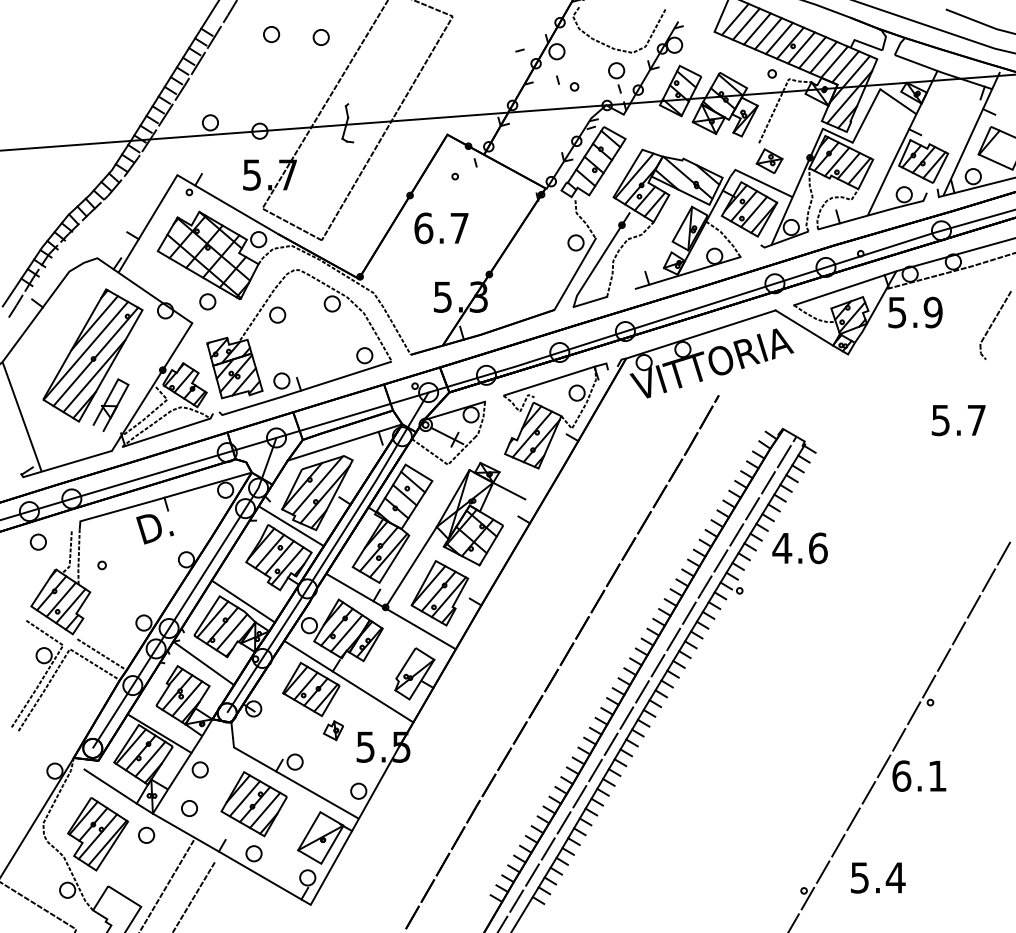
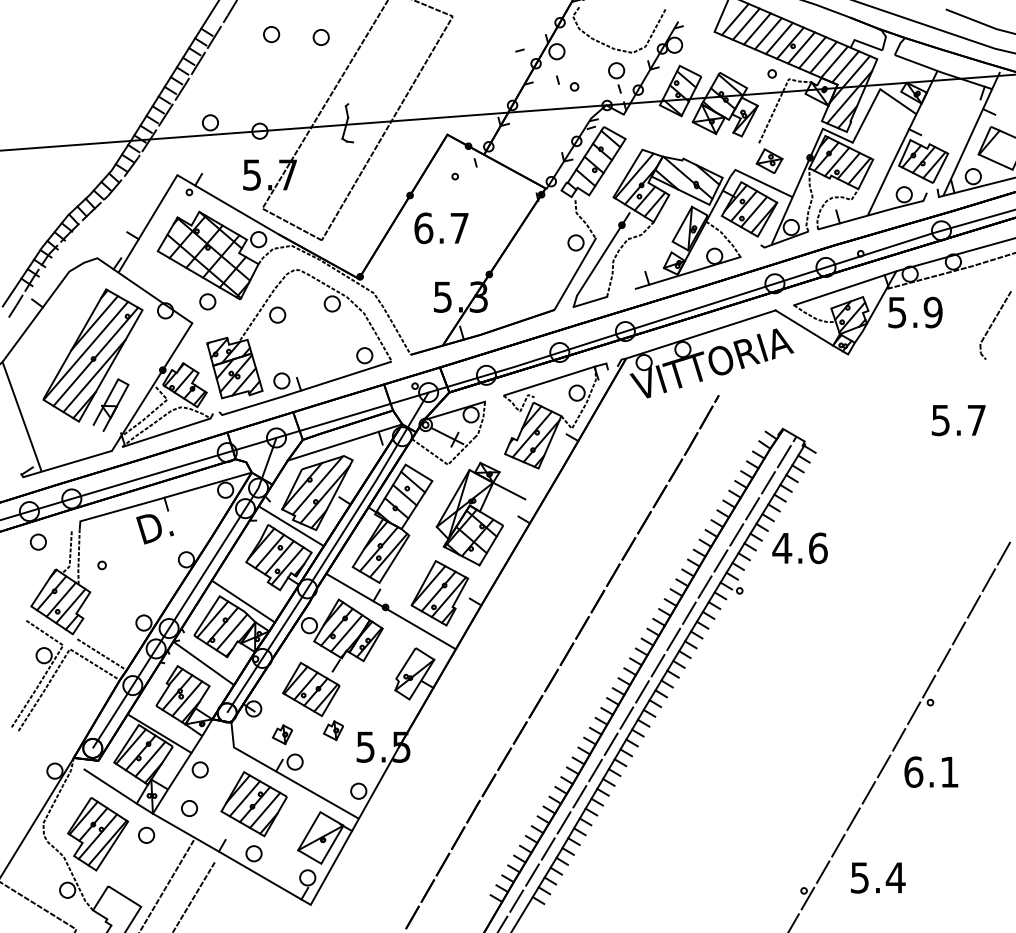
line at (410, 567): present -> none
line at (348, 681): present -> none
part at (282, 734): none -> present
text at (919, 775) position: (919, 775) -> (931, 771)
